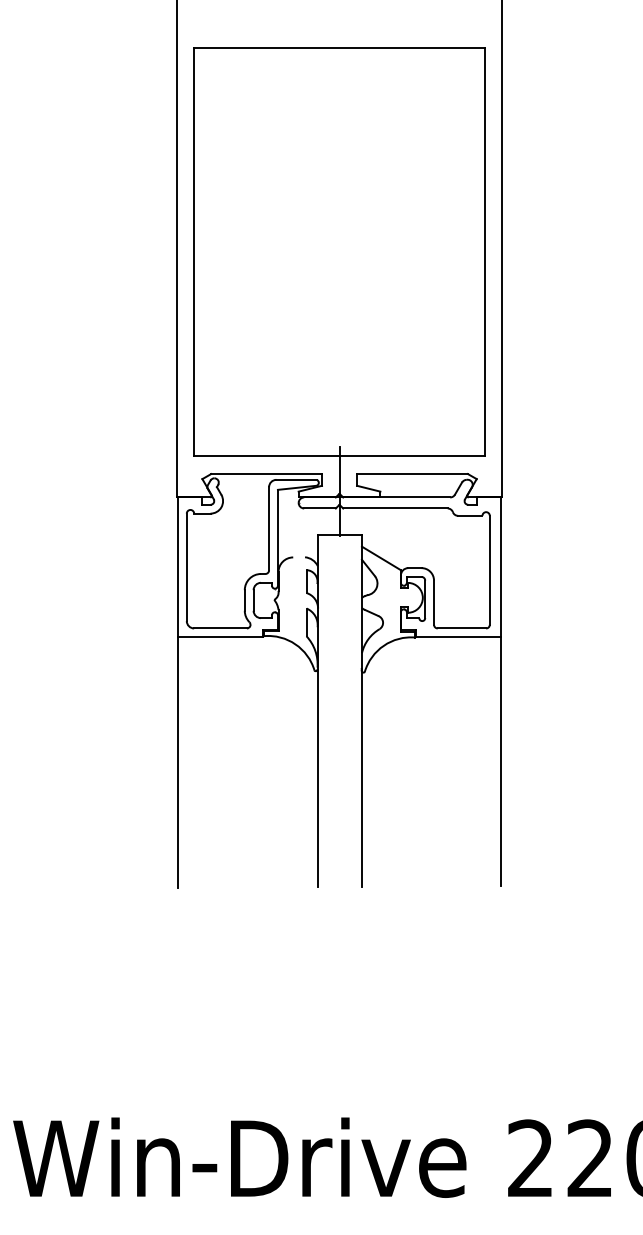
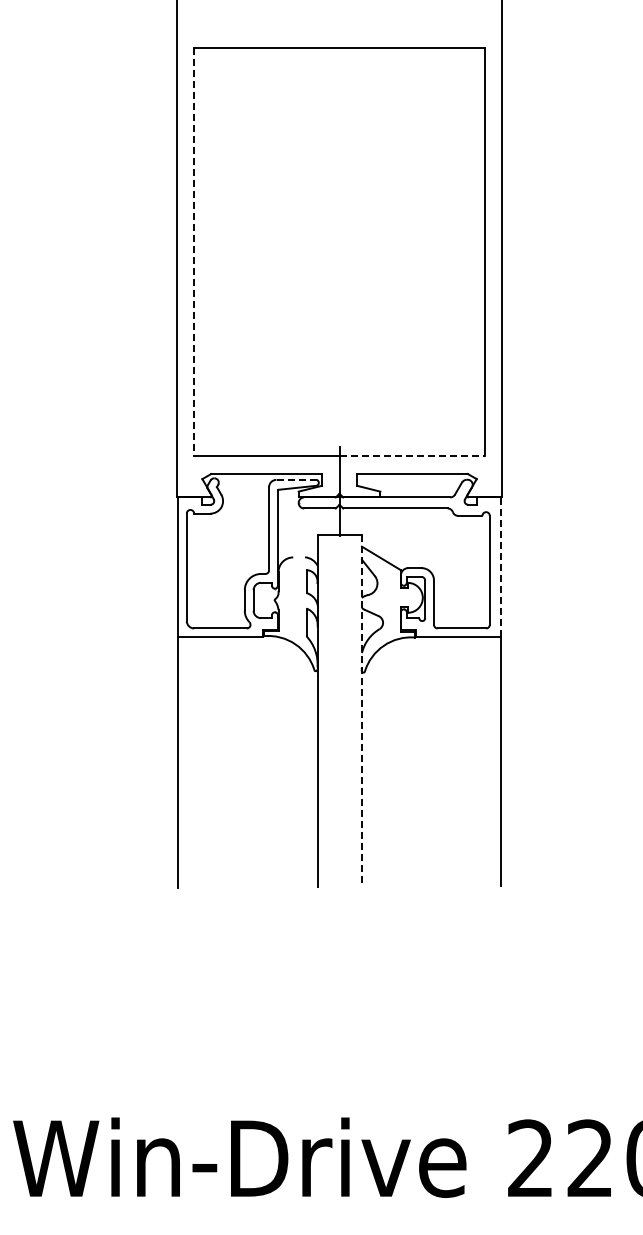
line at (193, 252): solid -> dashed
line at (412, 456): solid -> dashed
line at (296, 479): solid -> dashed
line at (500, 567): solid -> dashed
line at (361, 711): solid -> dashed
